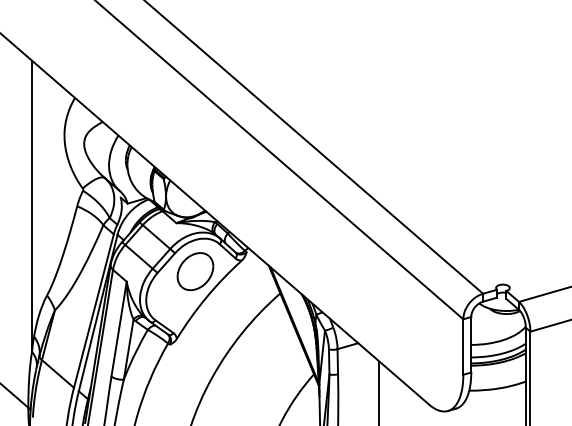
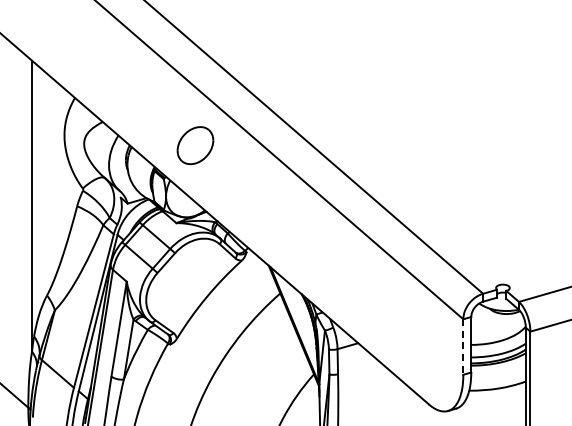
part at (195, 271) position: (195, 271) -> (195, 145)
line at (463, 347): solid -> dashed
line at (379, 391): present -> none
